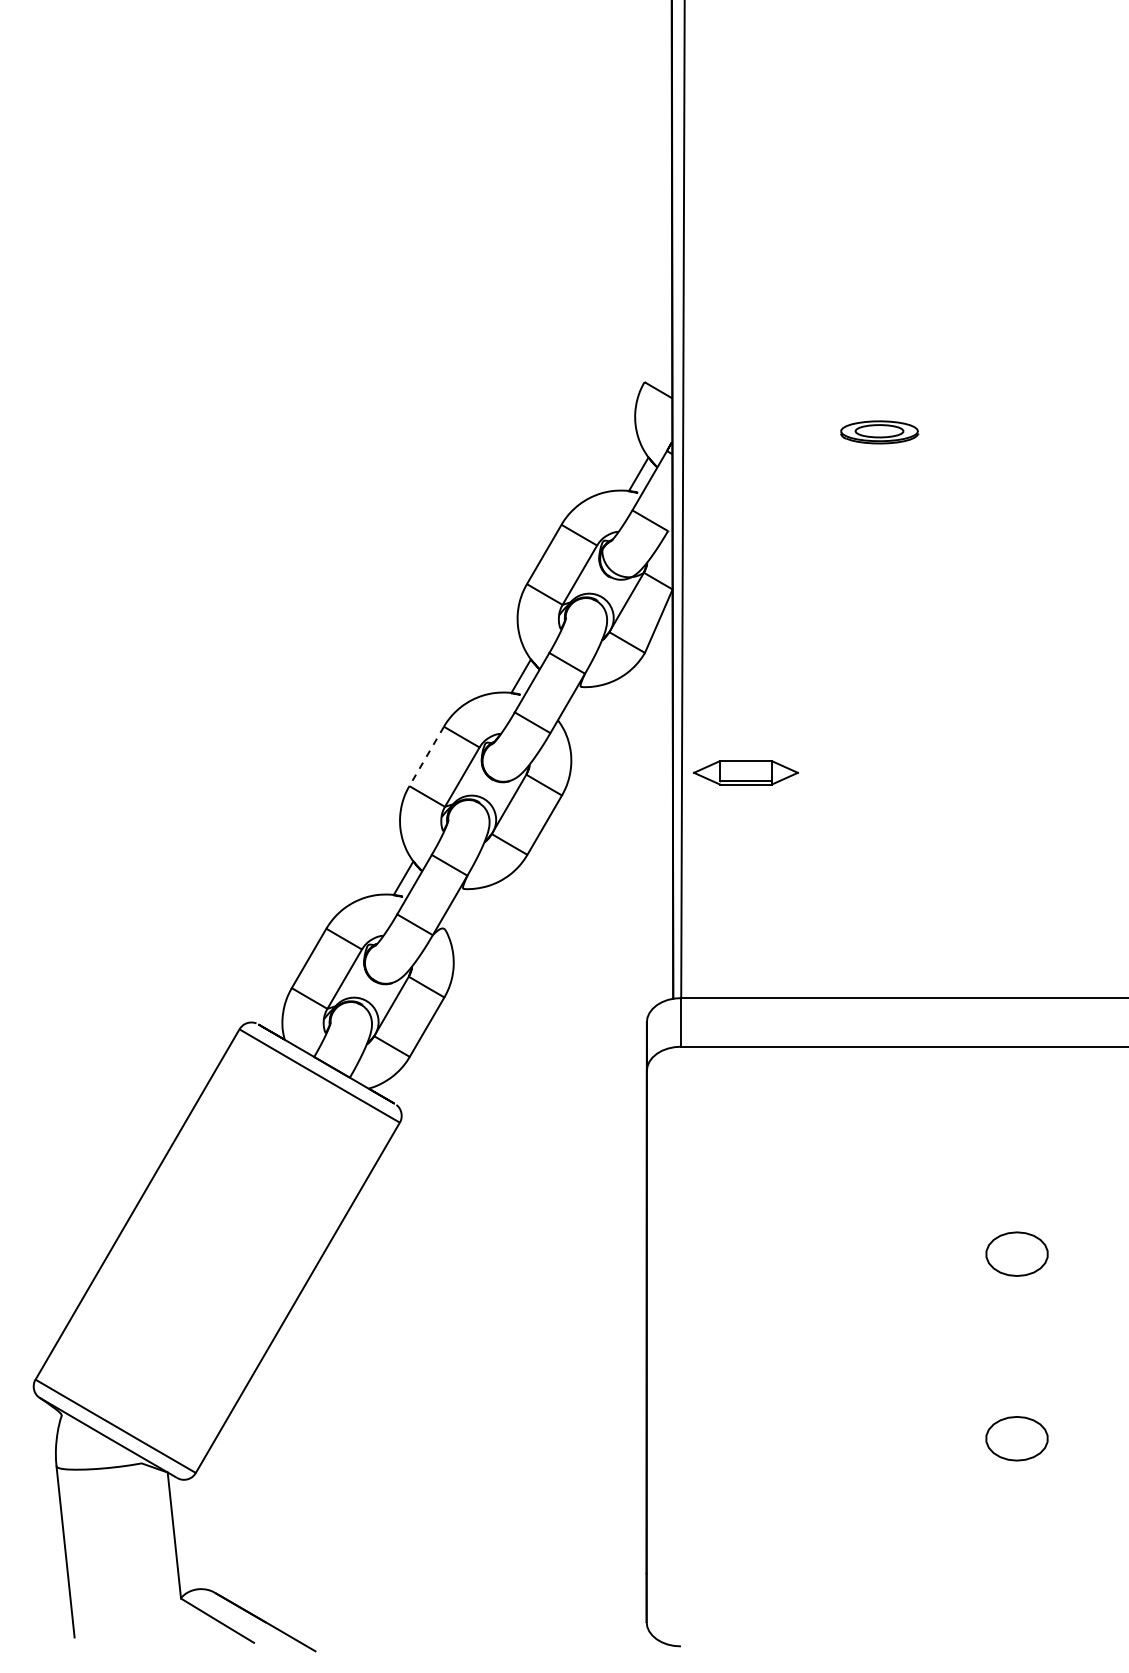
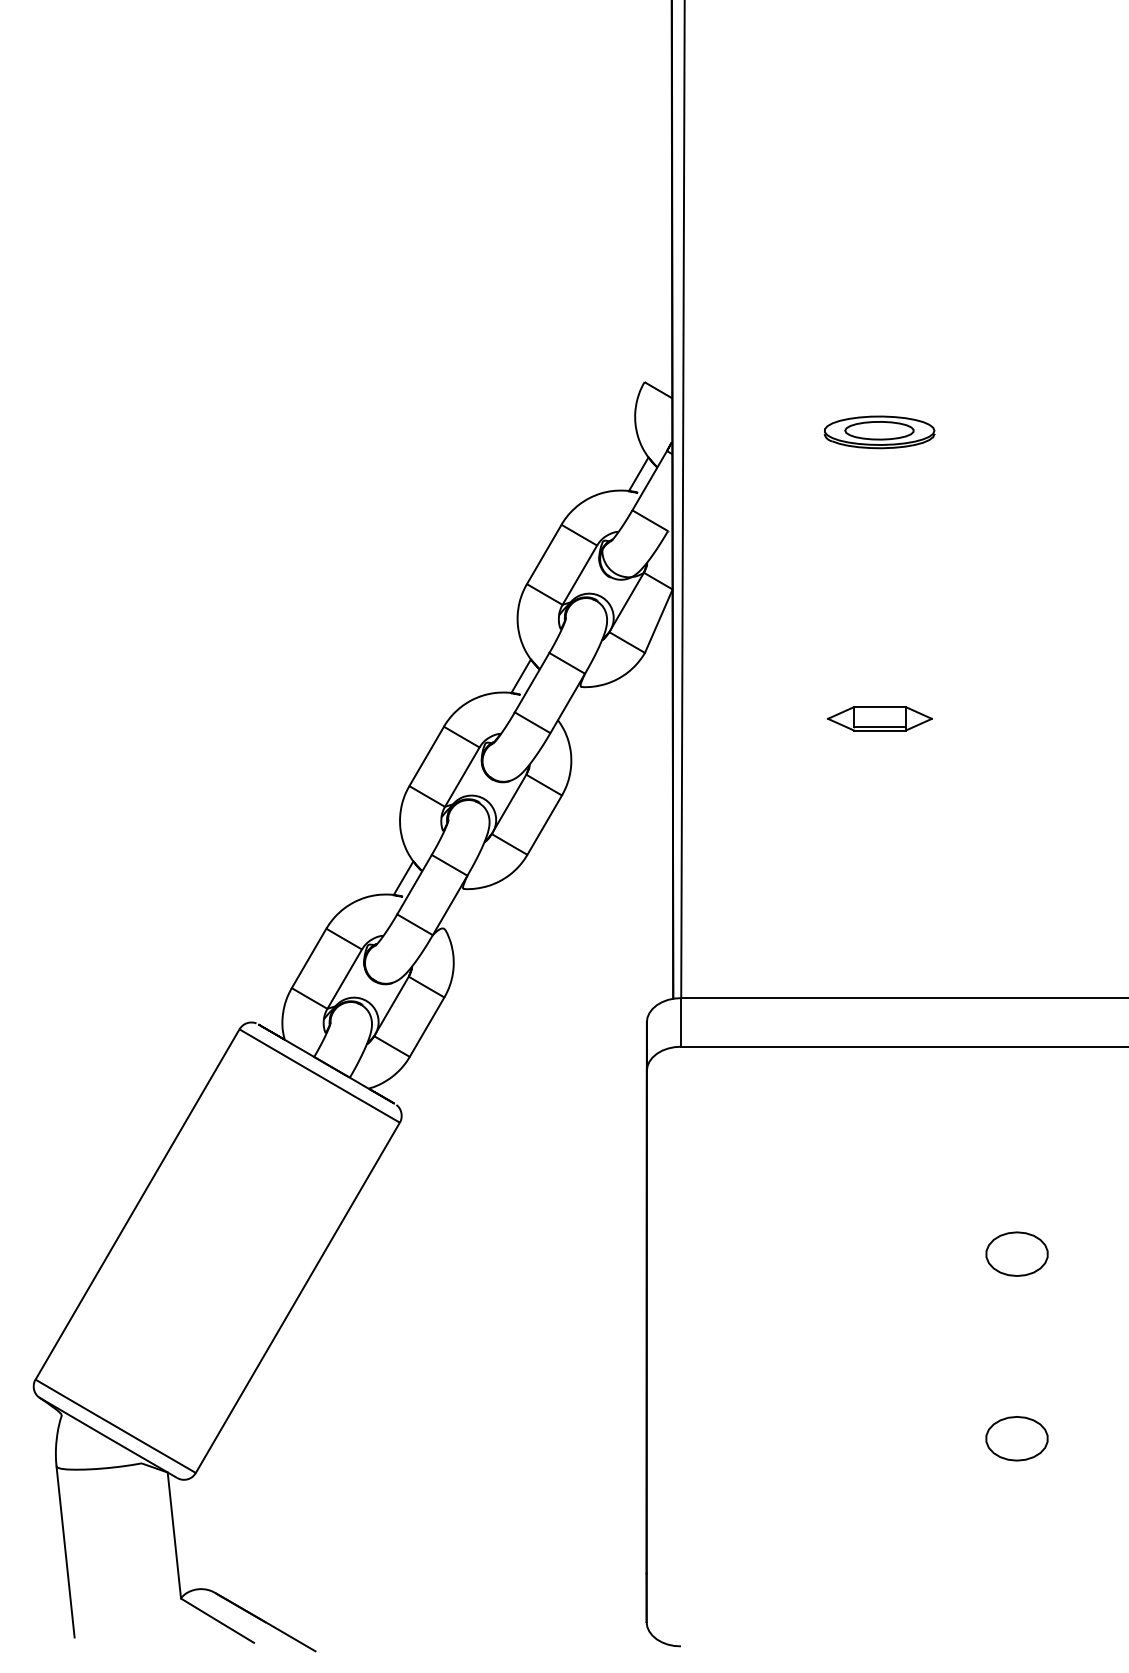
part at (879, 432) size: 80x25 px -> 113x35 px
line at (426, 756): dashed -> solid
part at (745, 772) position: (745, 772) -> (879, 718)
